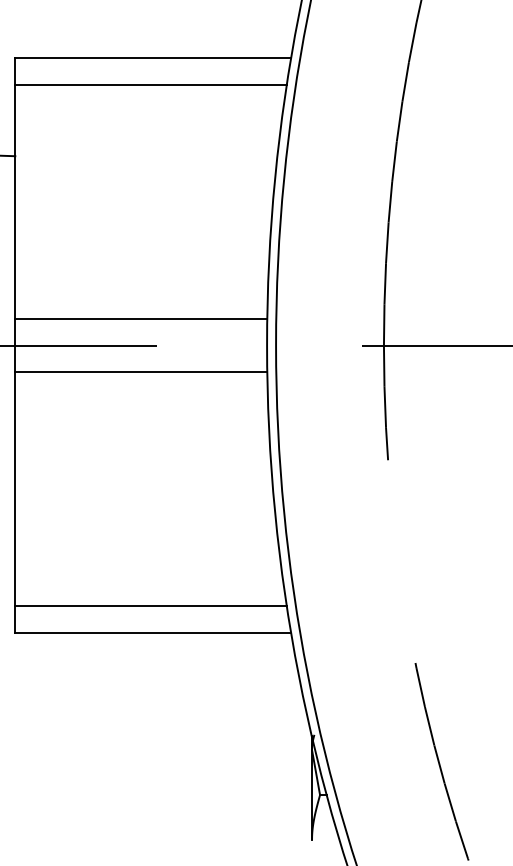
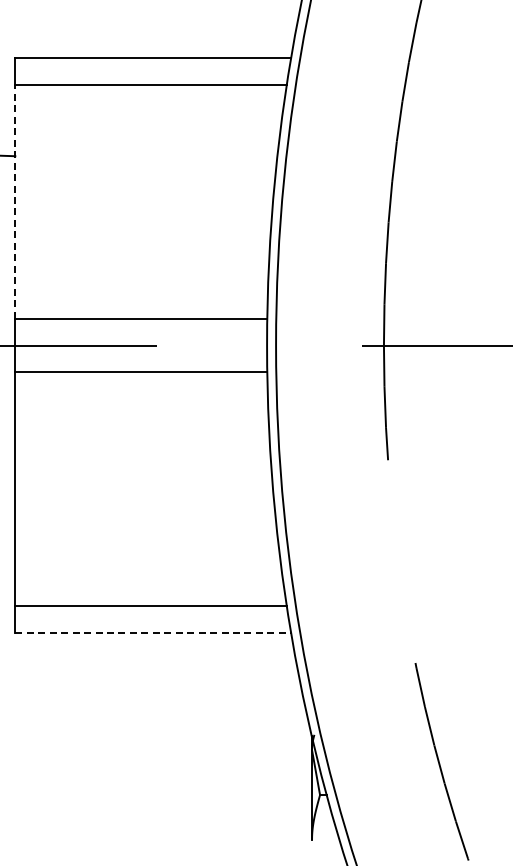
line at (15, 201): solid -> dashed
line at (153, 633): solid -> dashed
